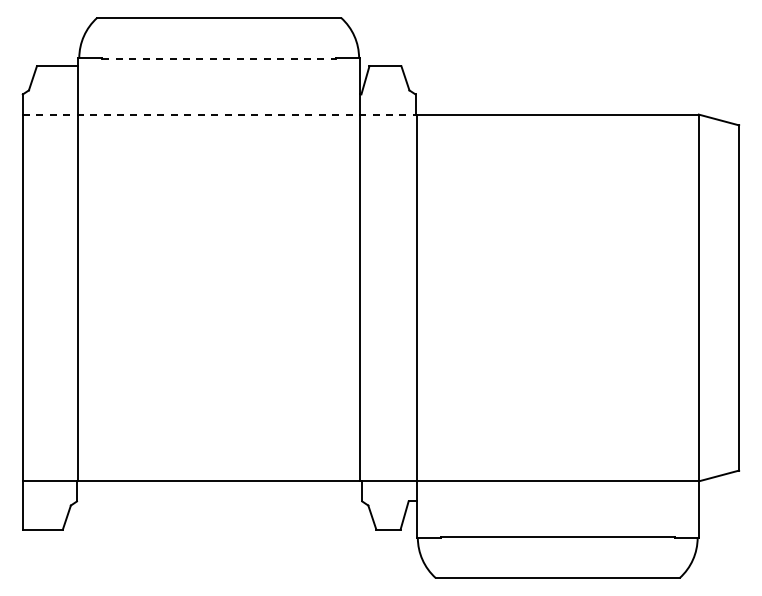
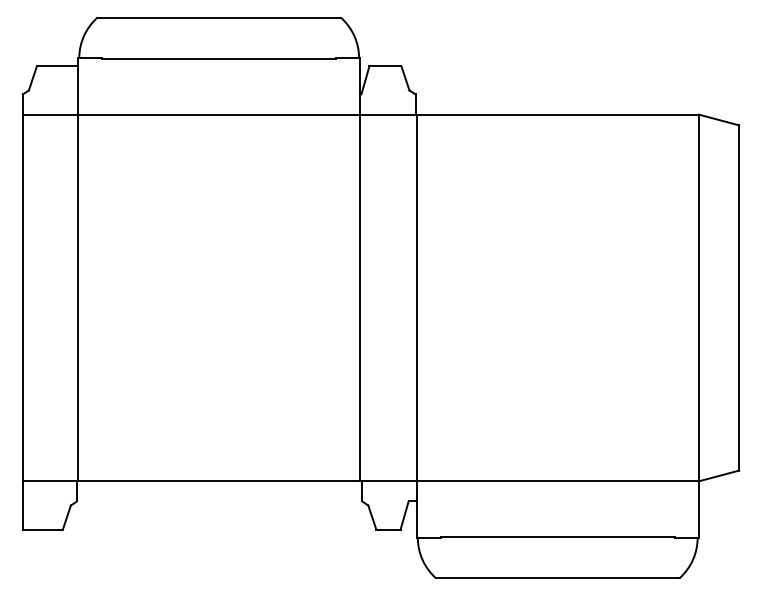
line at (219, 59): dashed -> solid
line at (219, 114): dashed -> solid
